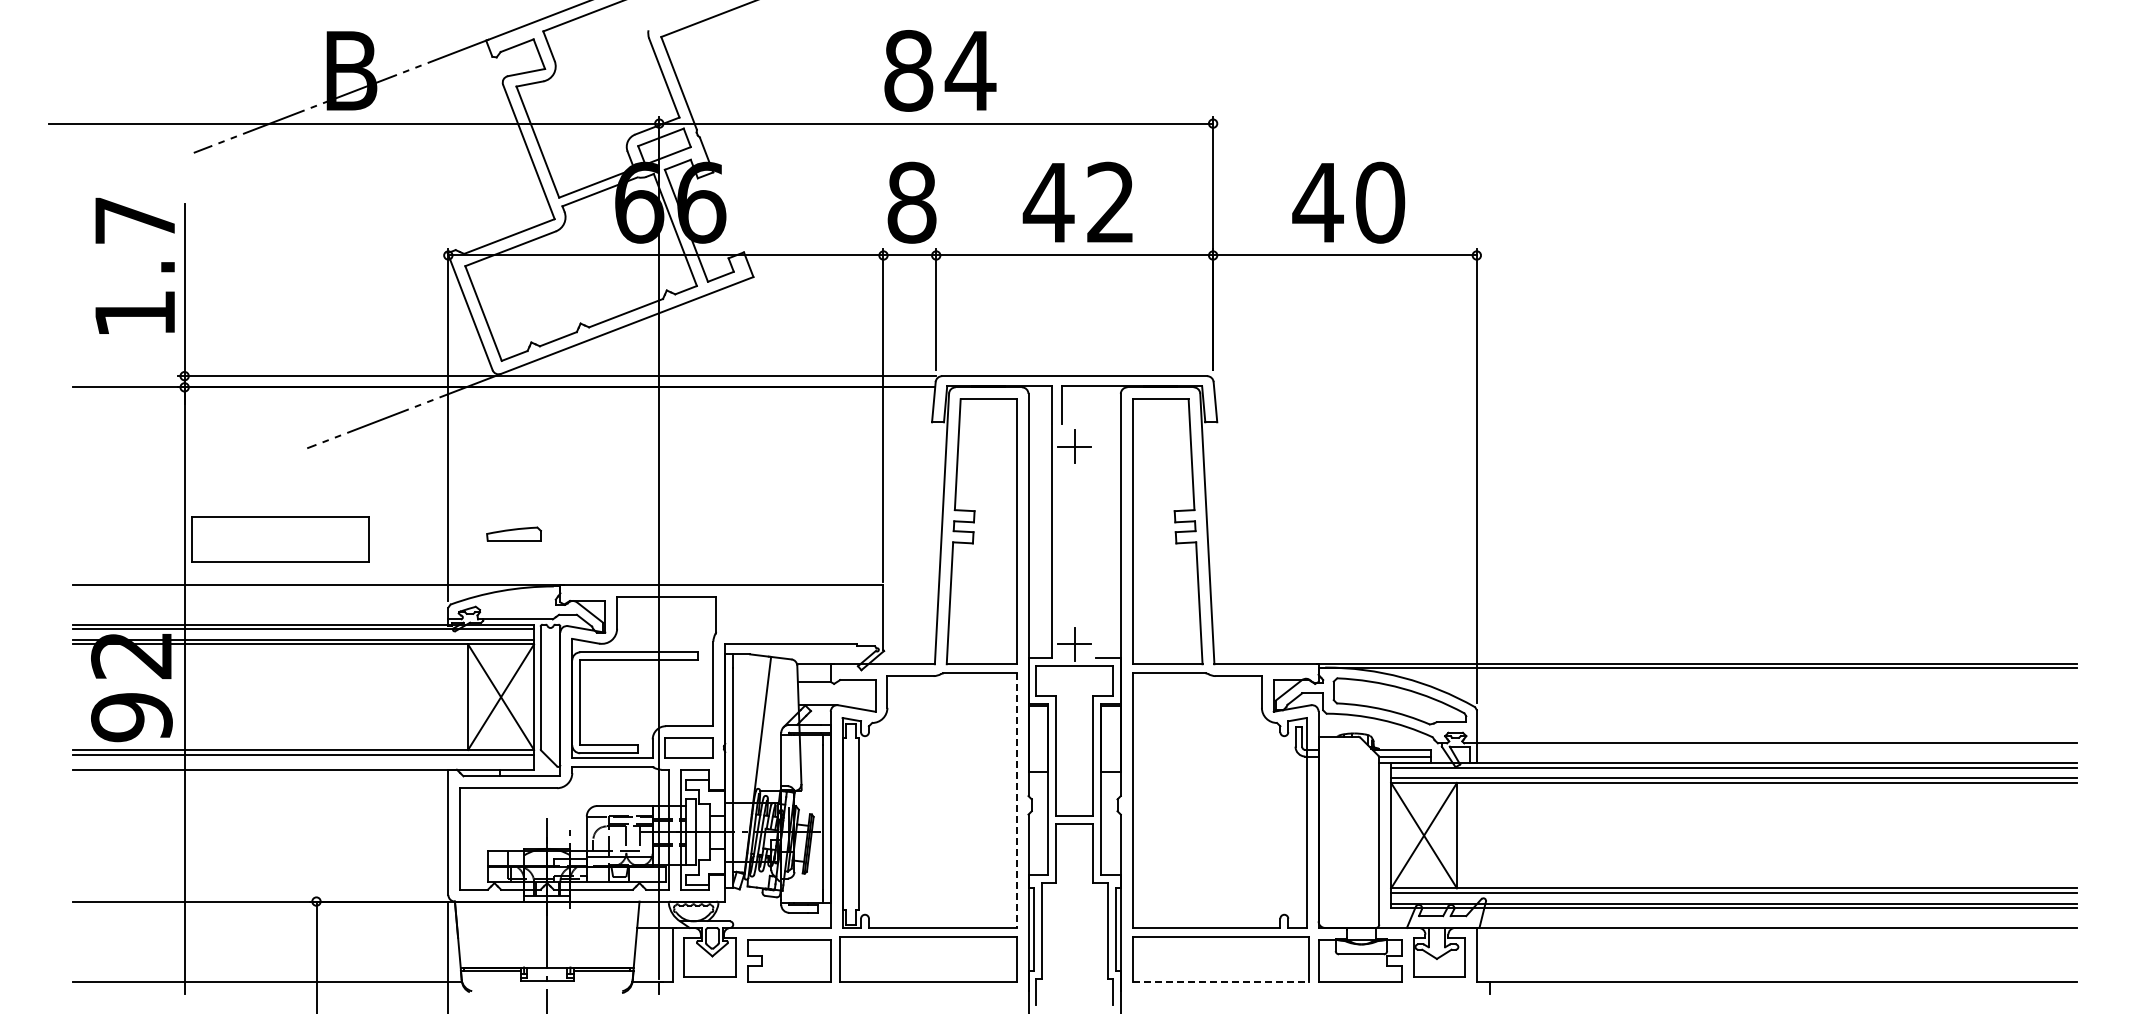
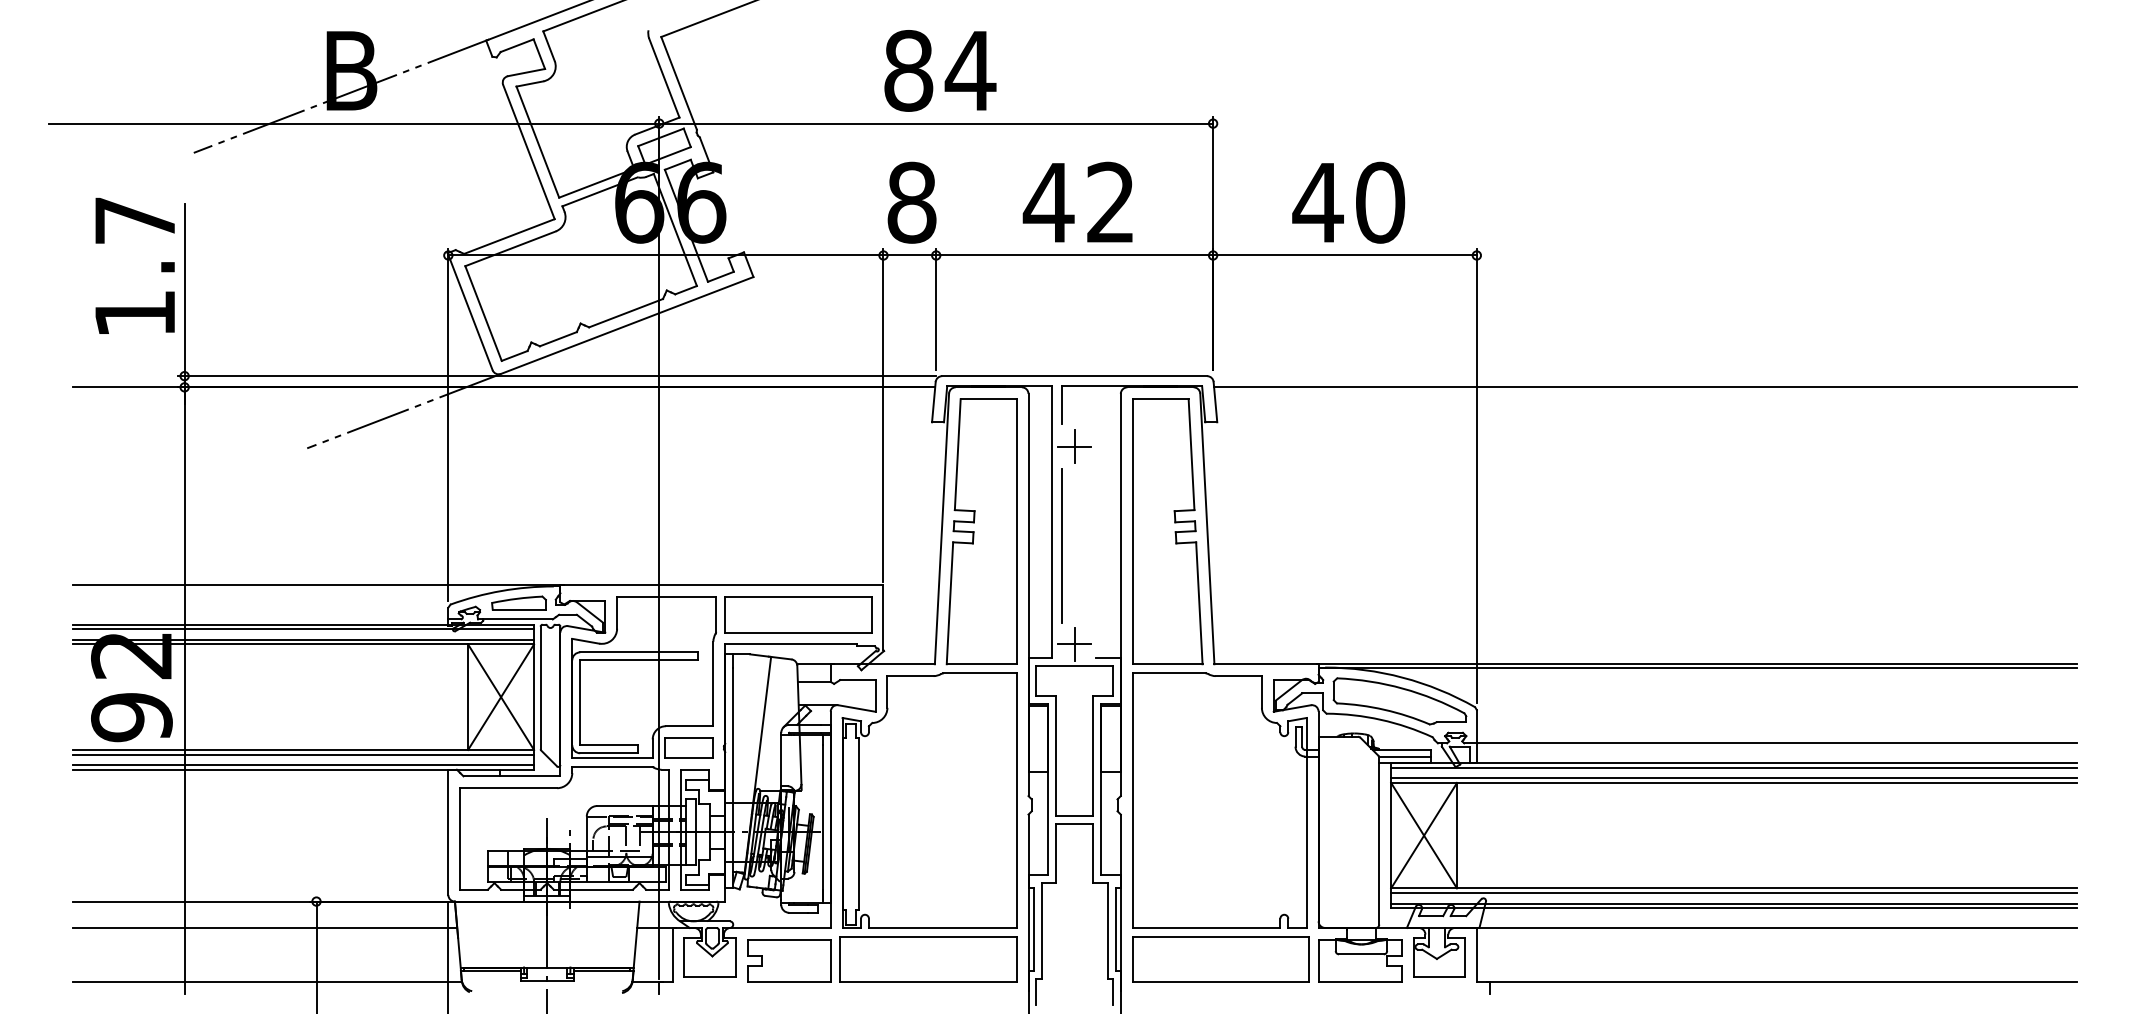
line at (1645, 387): none -> present
part at (513, 533) position: (513, 533) -> (518, 602)
part at (280, 539): present -> none
line at (1062, 545): none -> present
part at (798, 614): none -> present
line at (303, 765): none -> present
line at (1016, 801): dashed -> solid
line at (264, 927): none -> present
line at (1221, 982): dashed -> solid
